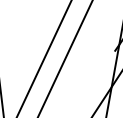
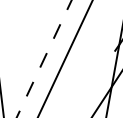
line at (44, 58): solid -> dashed
